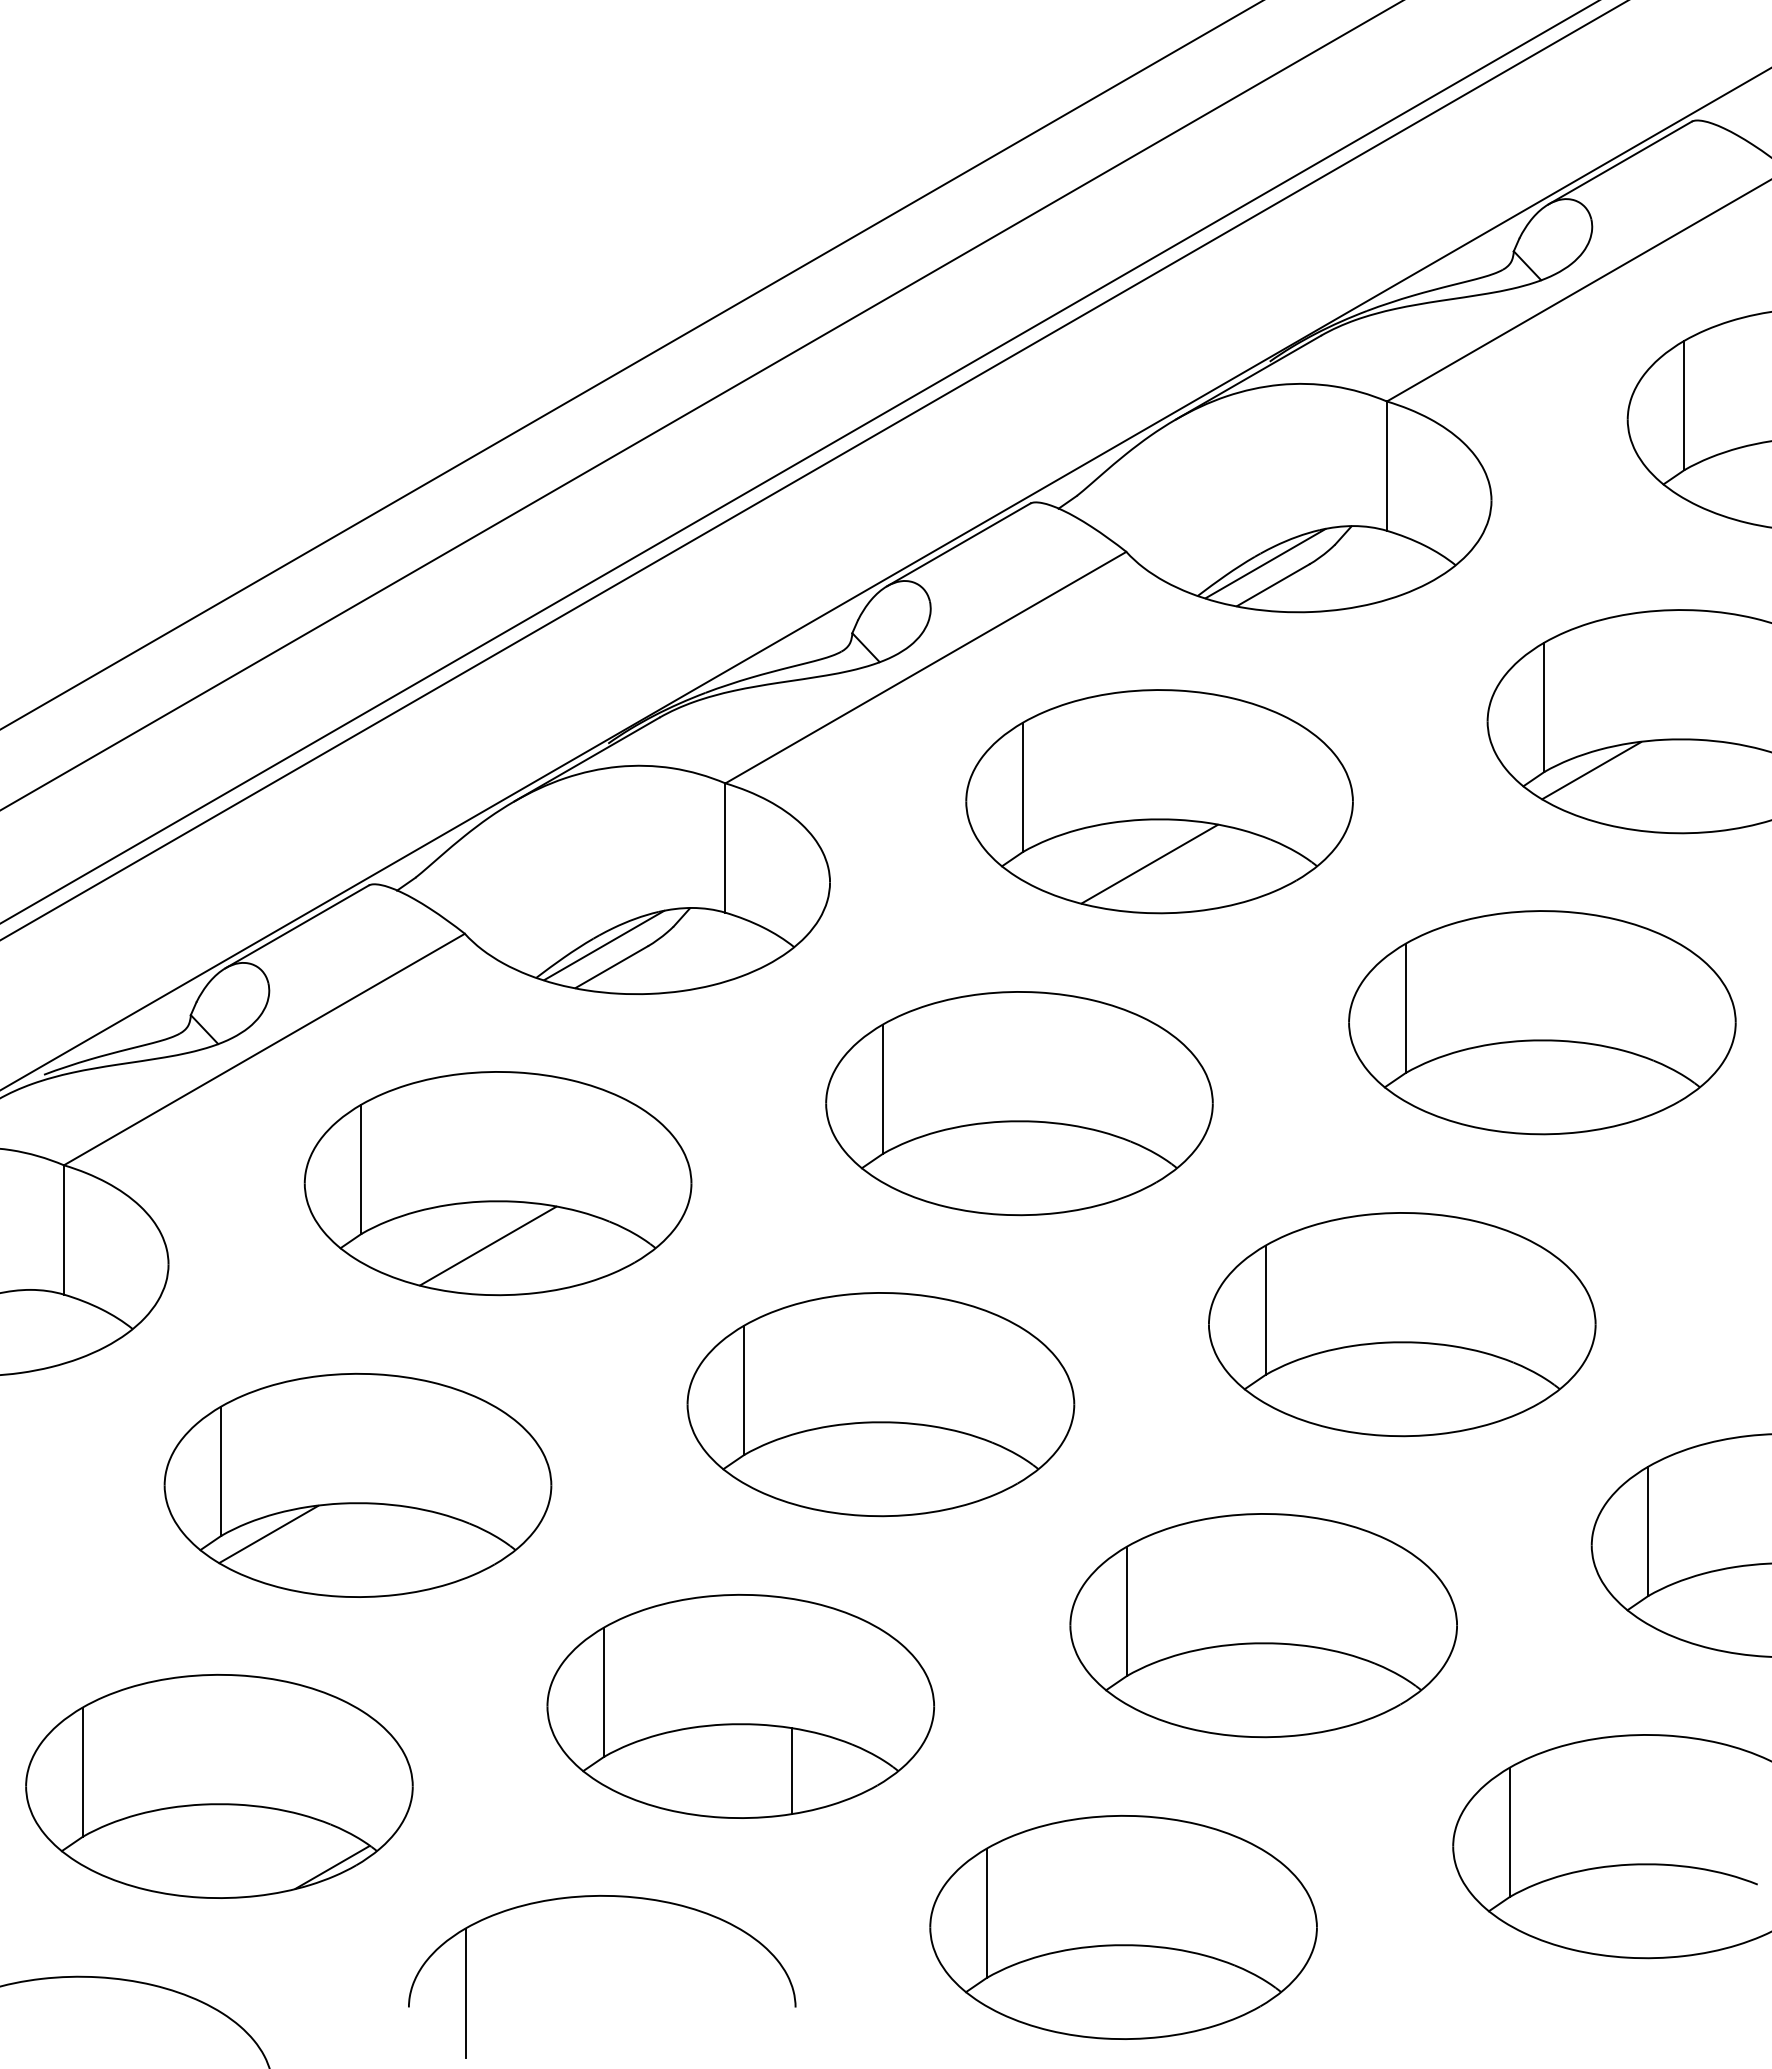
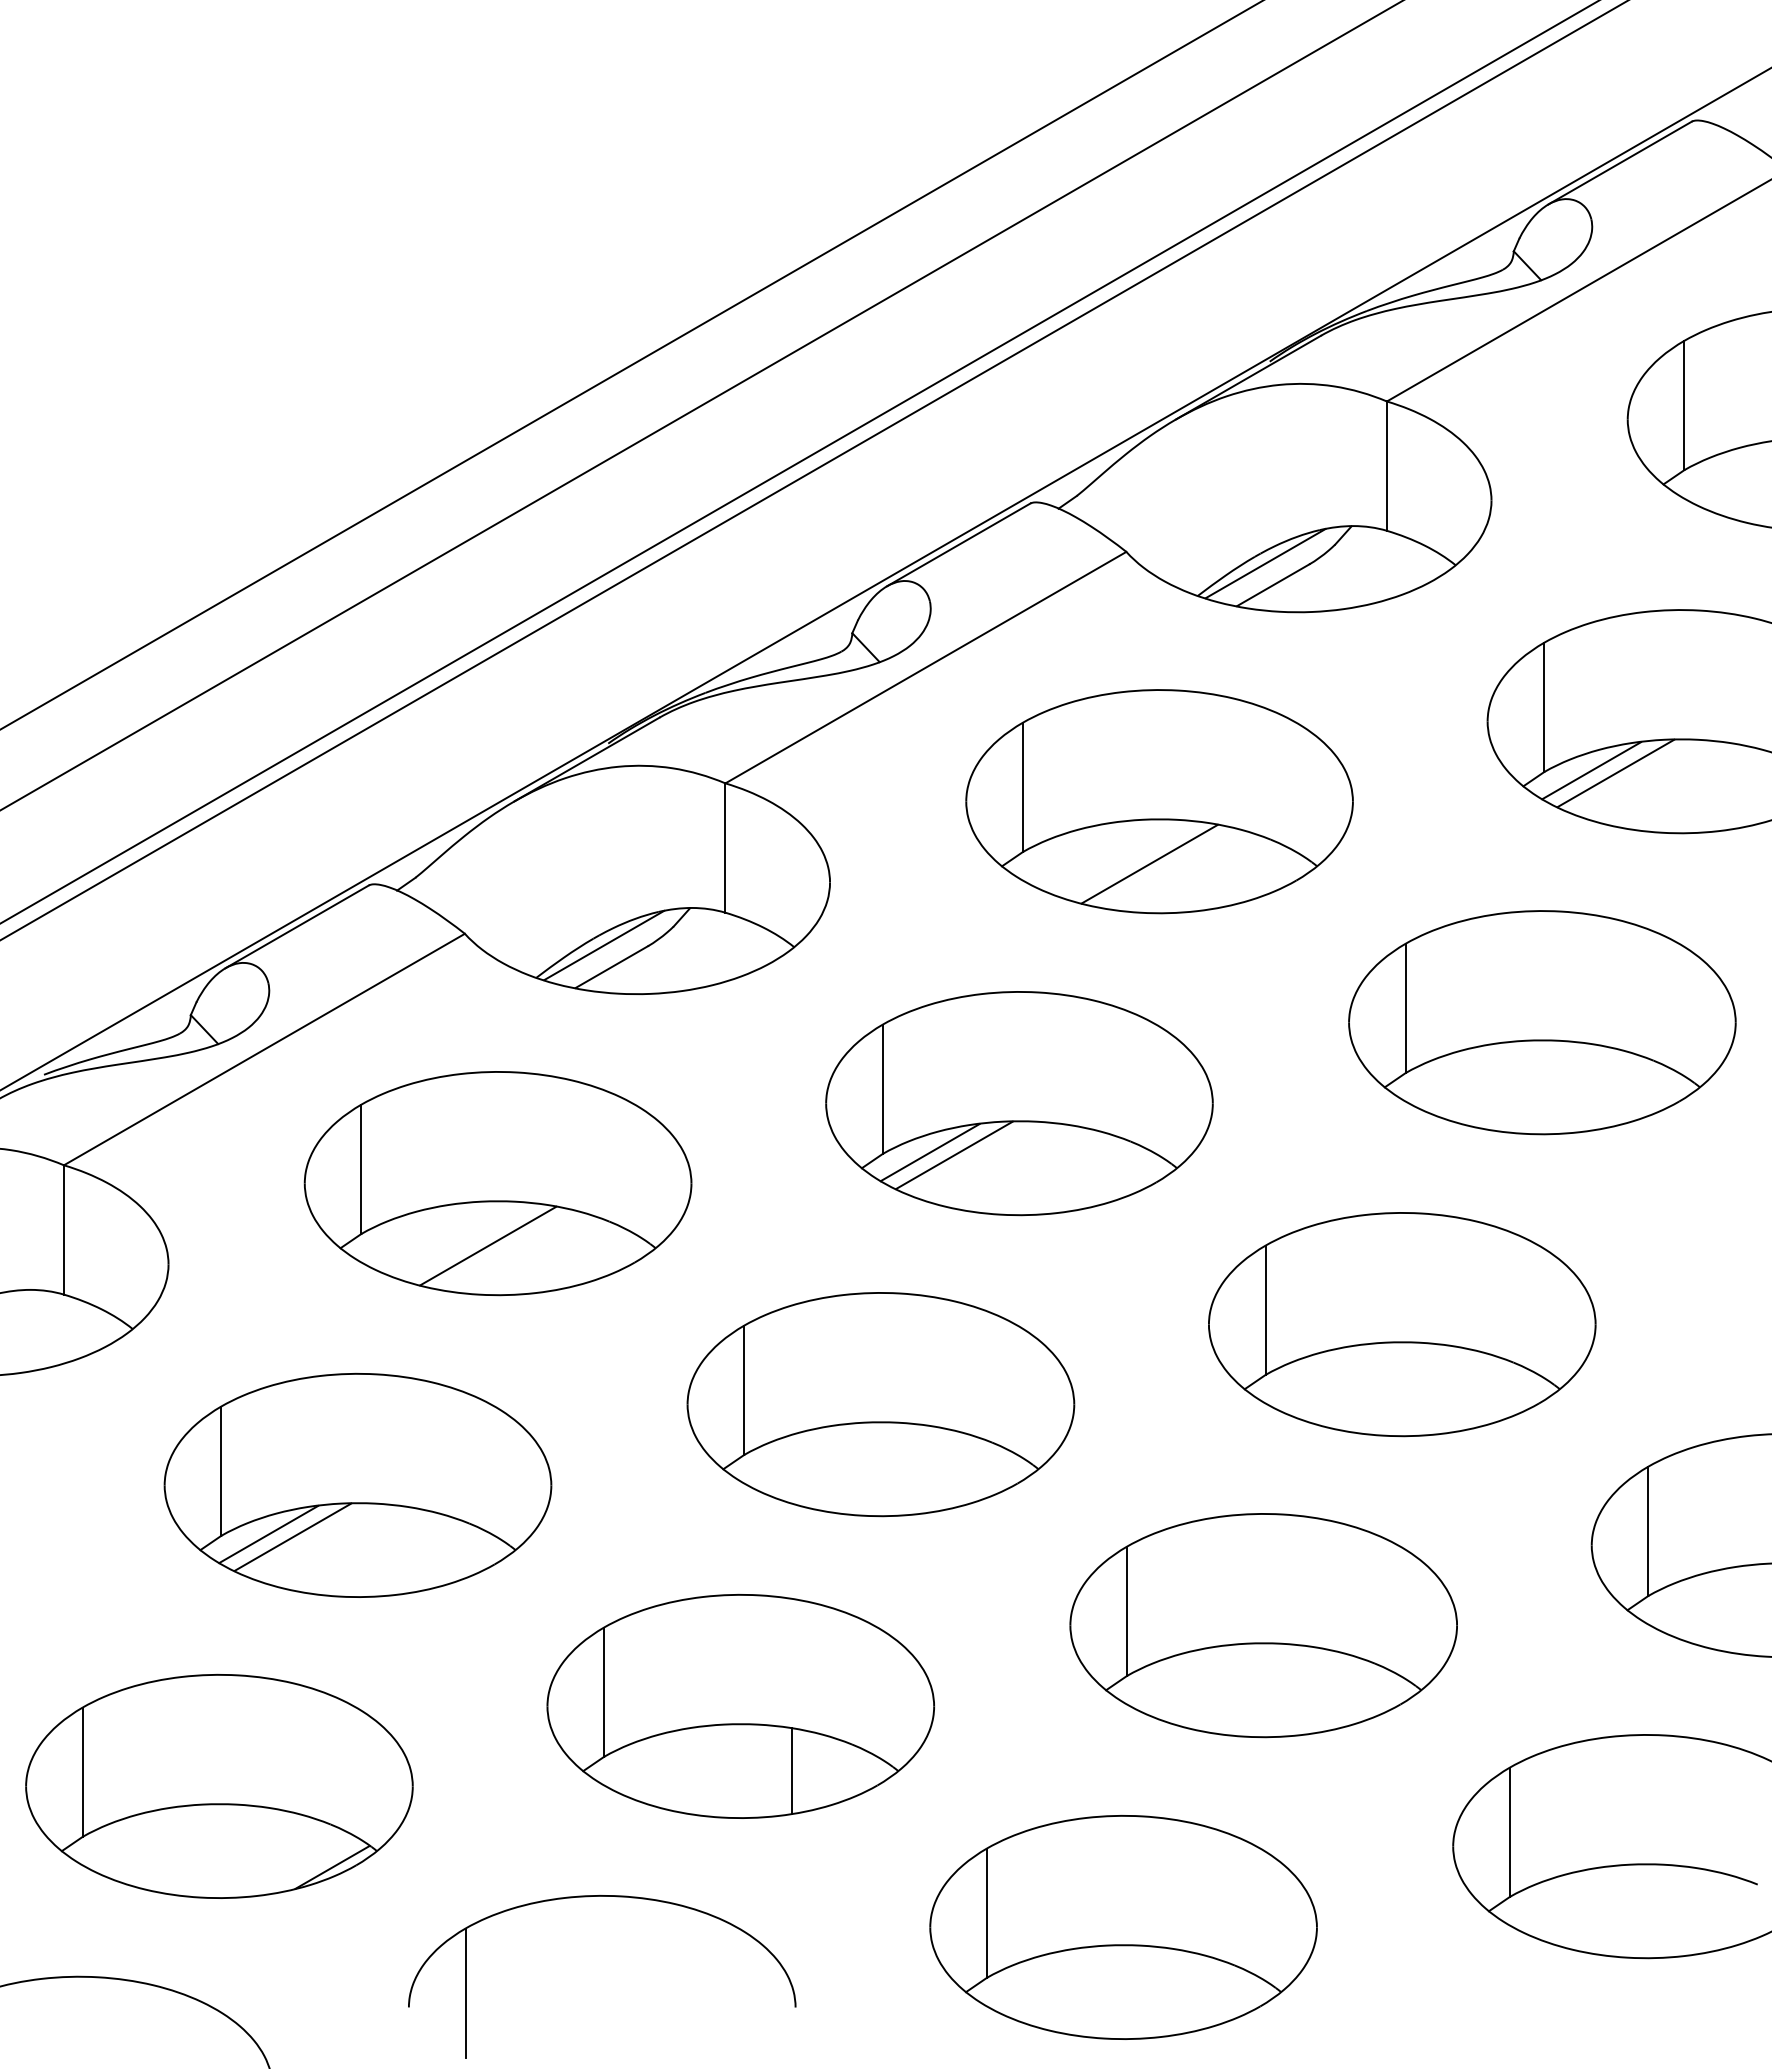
line at (1615, 773): none -> present
line at (929, 1152): none -> present
line at (954, 1155): none -> present
line at (292, 1536): none -> present
